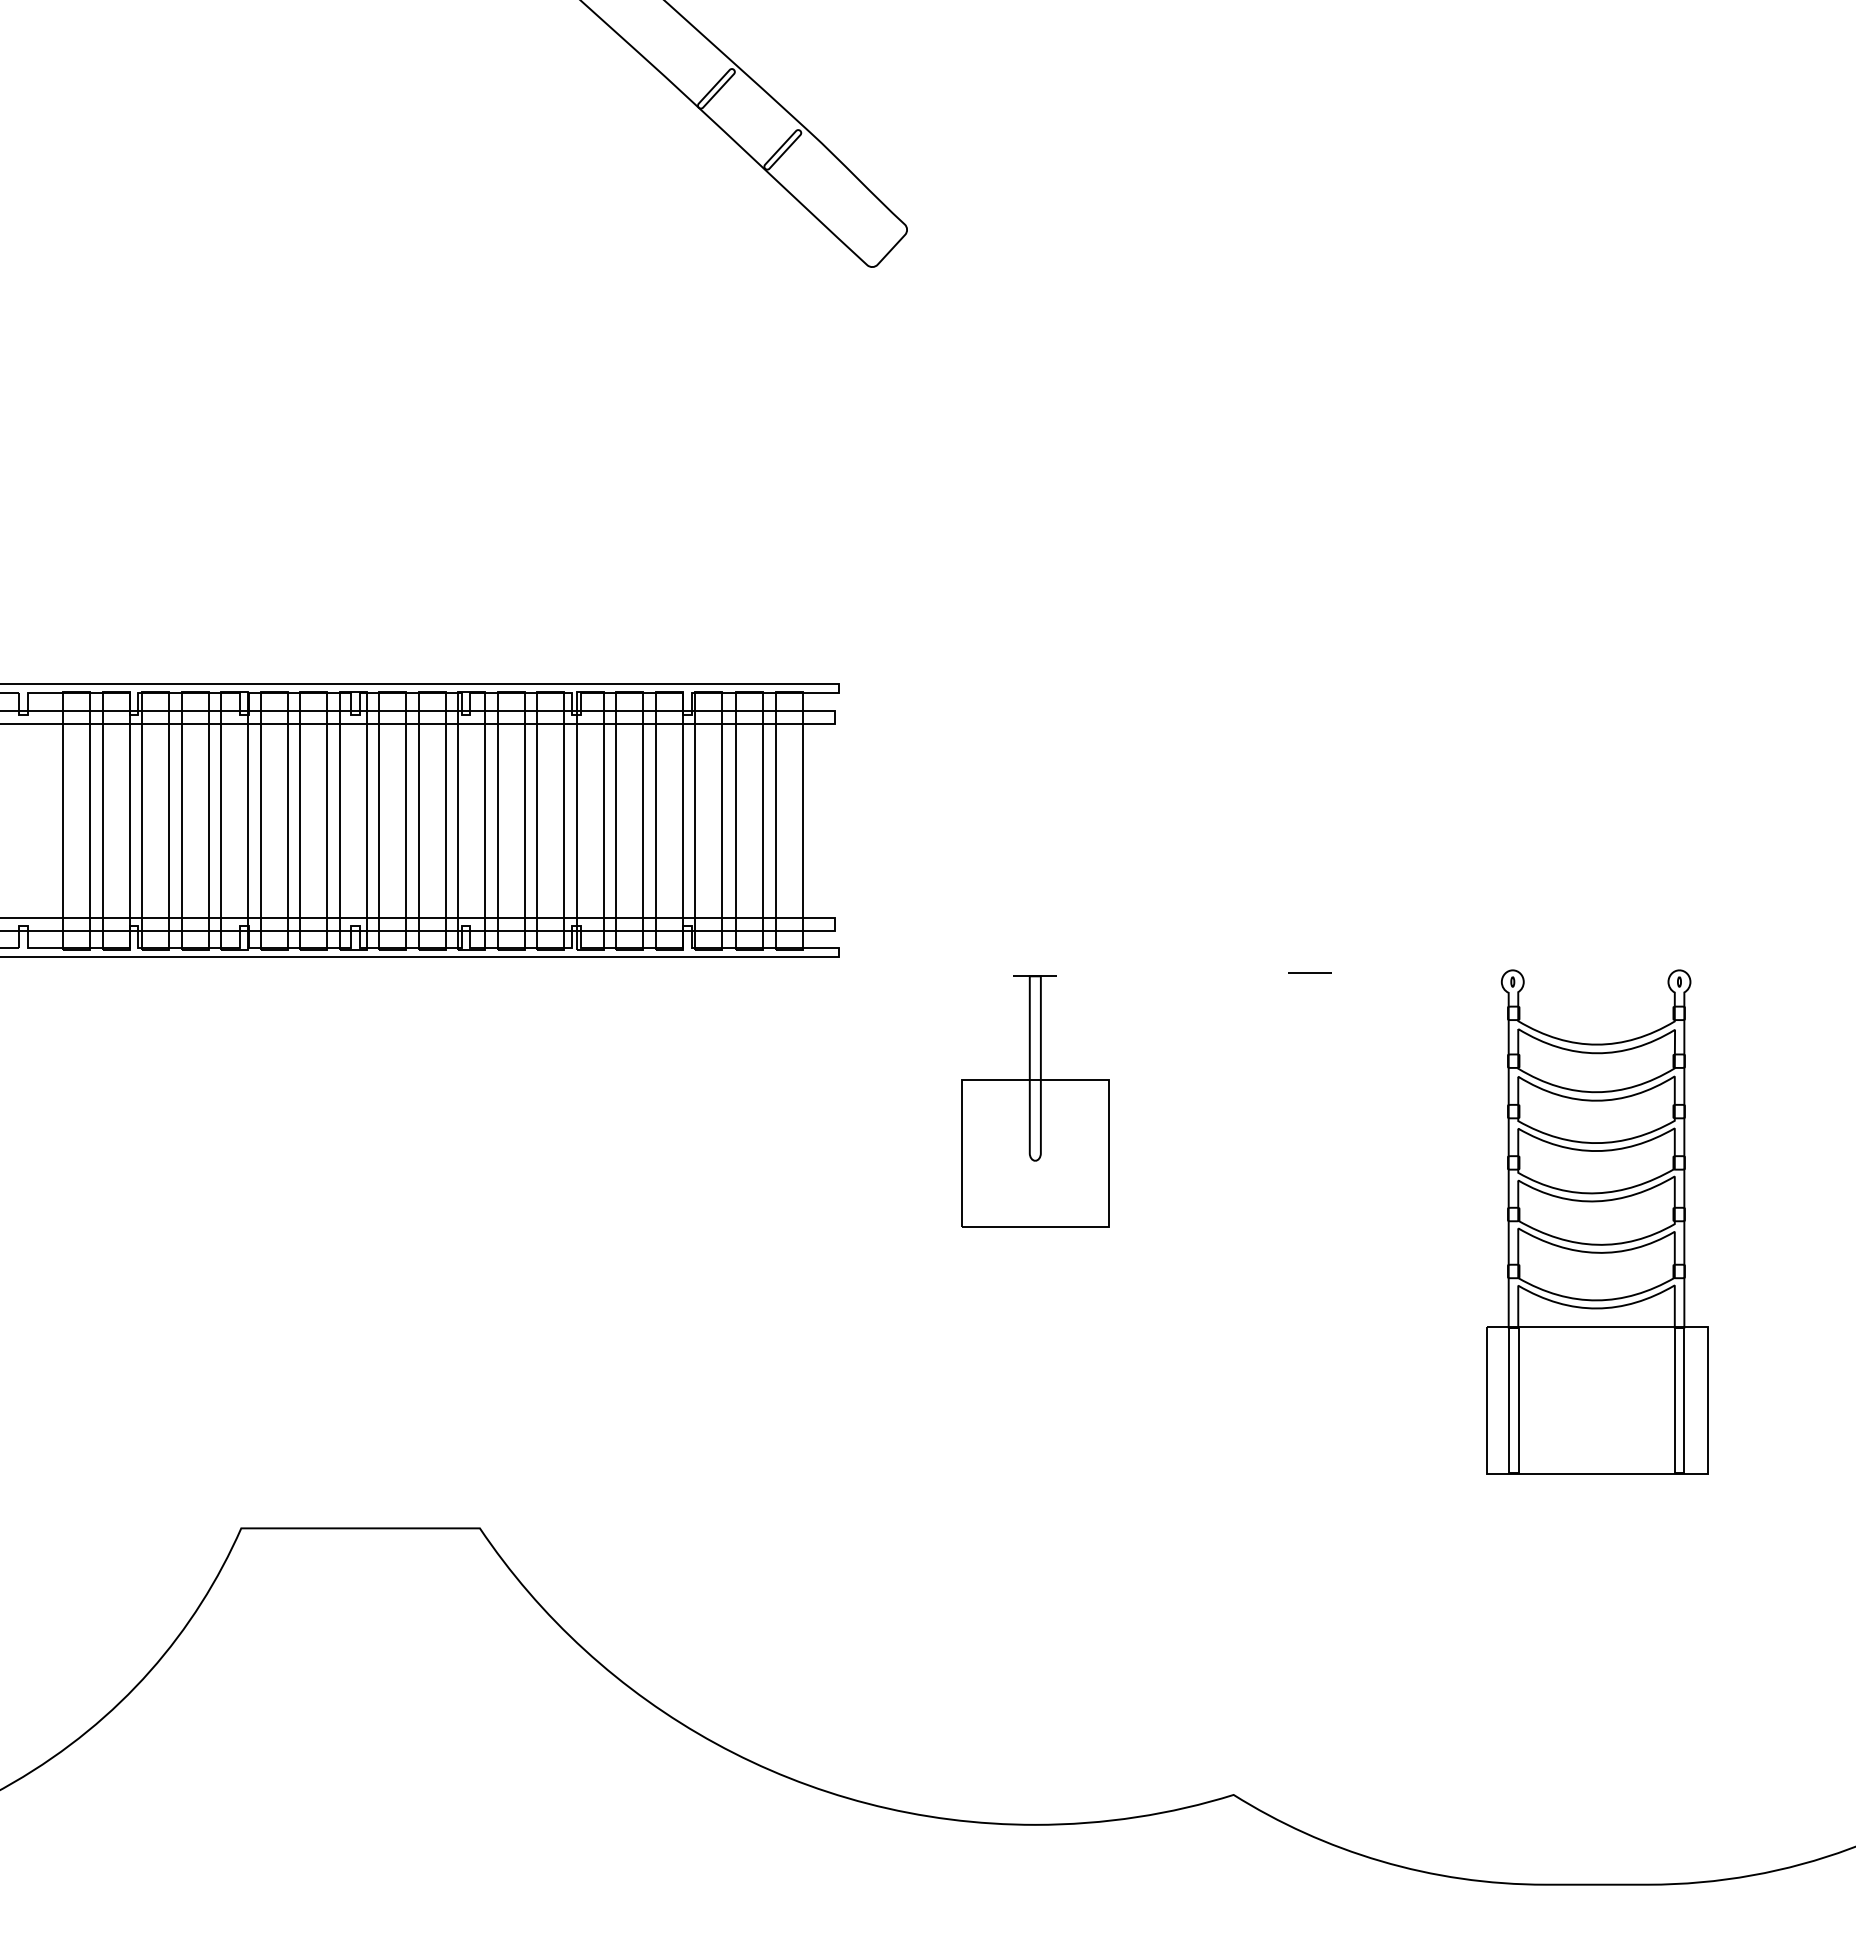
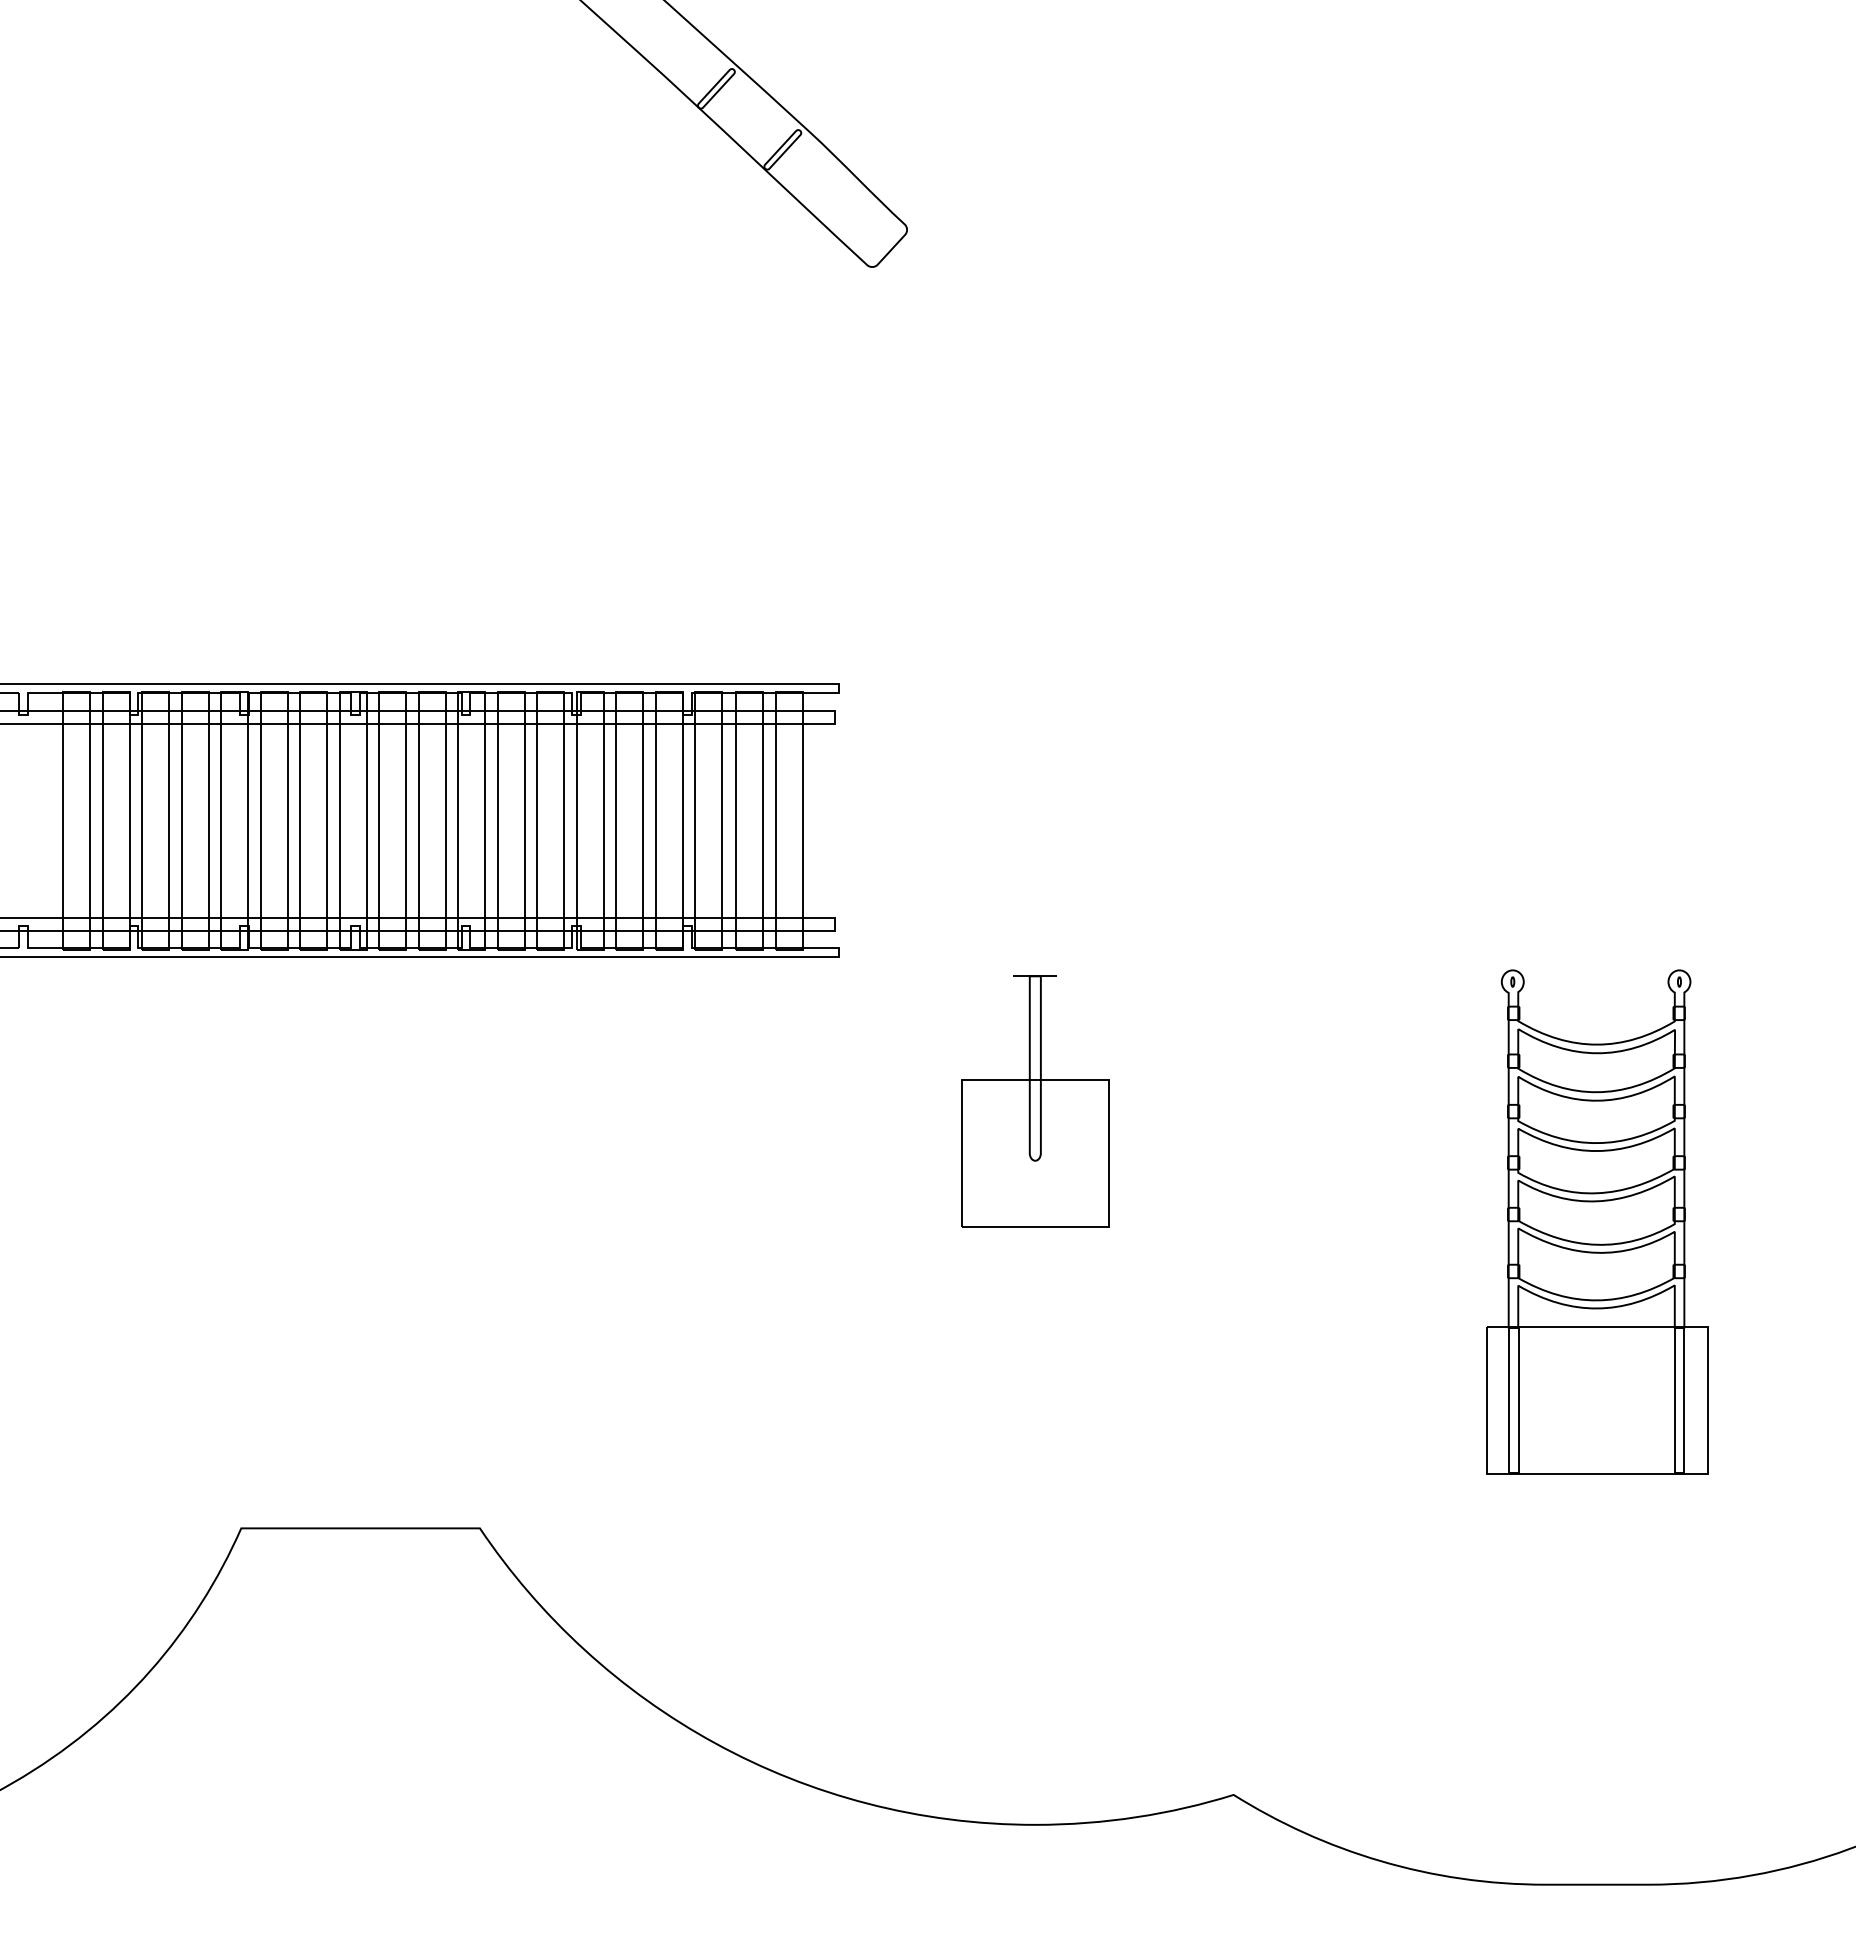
line at (1309, 972): present -> none
